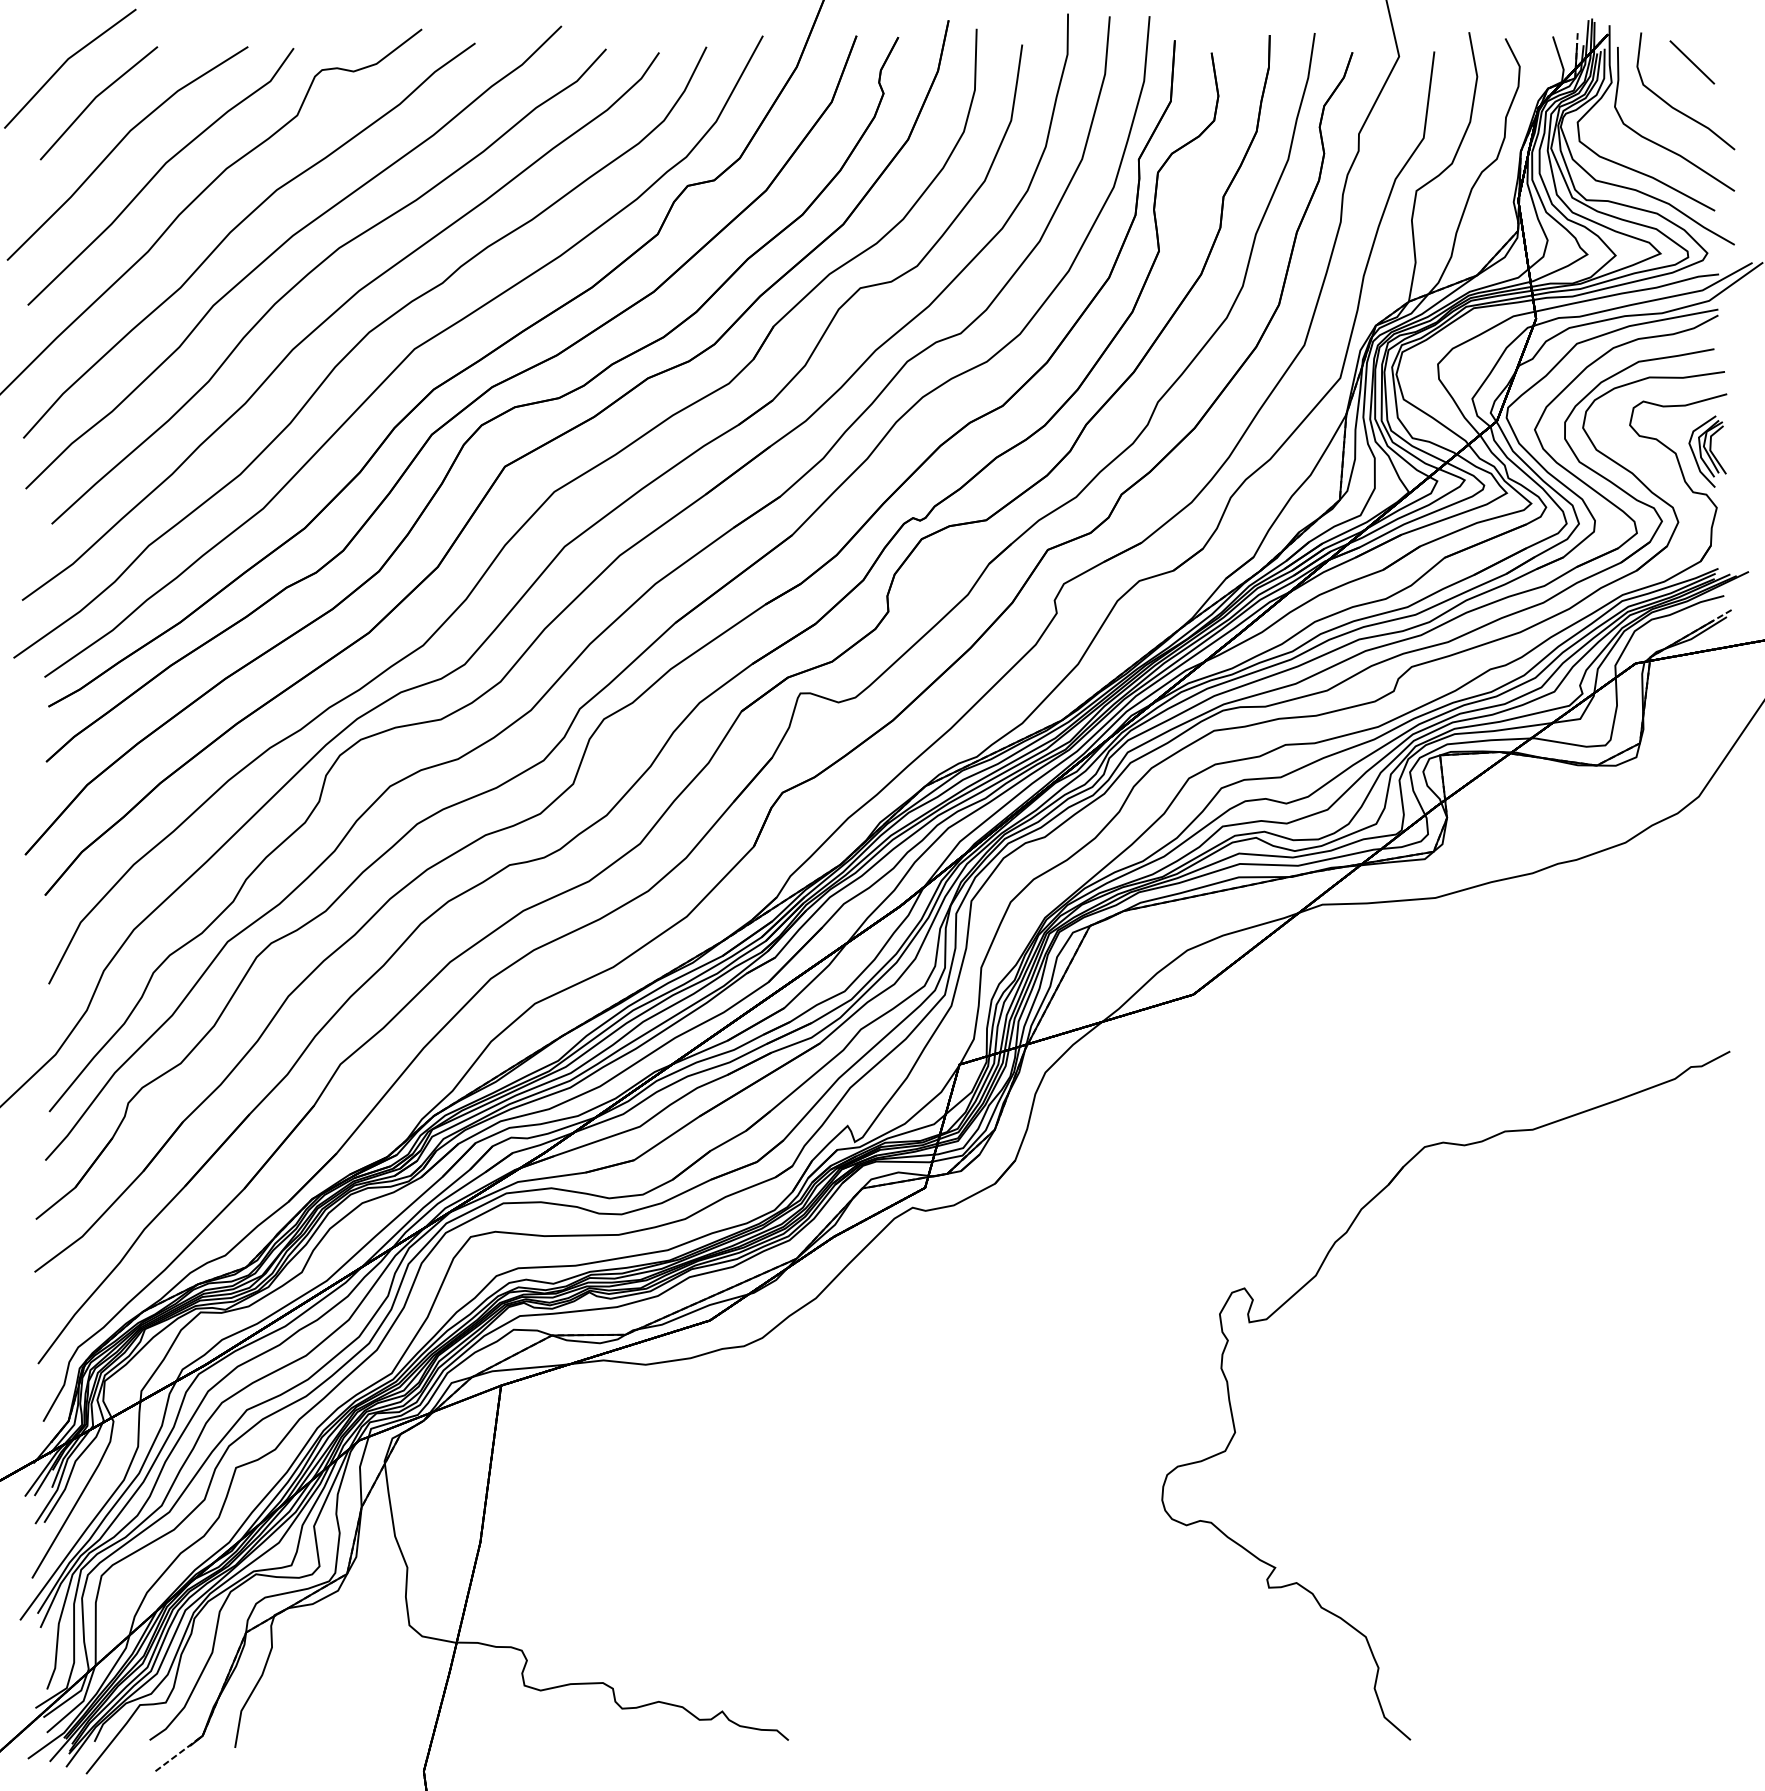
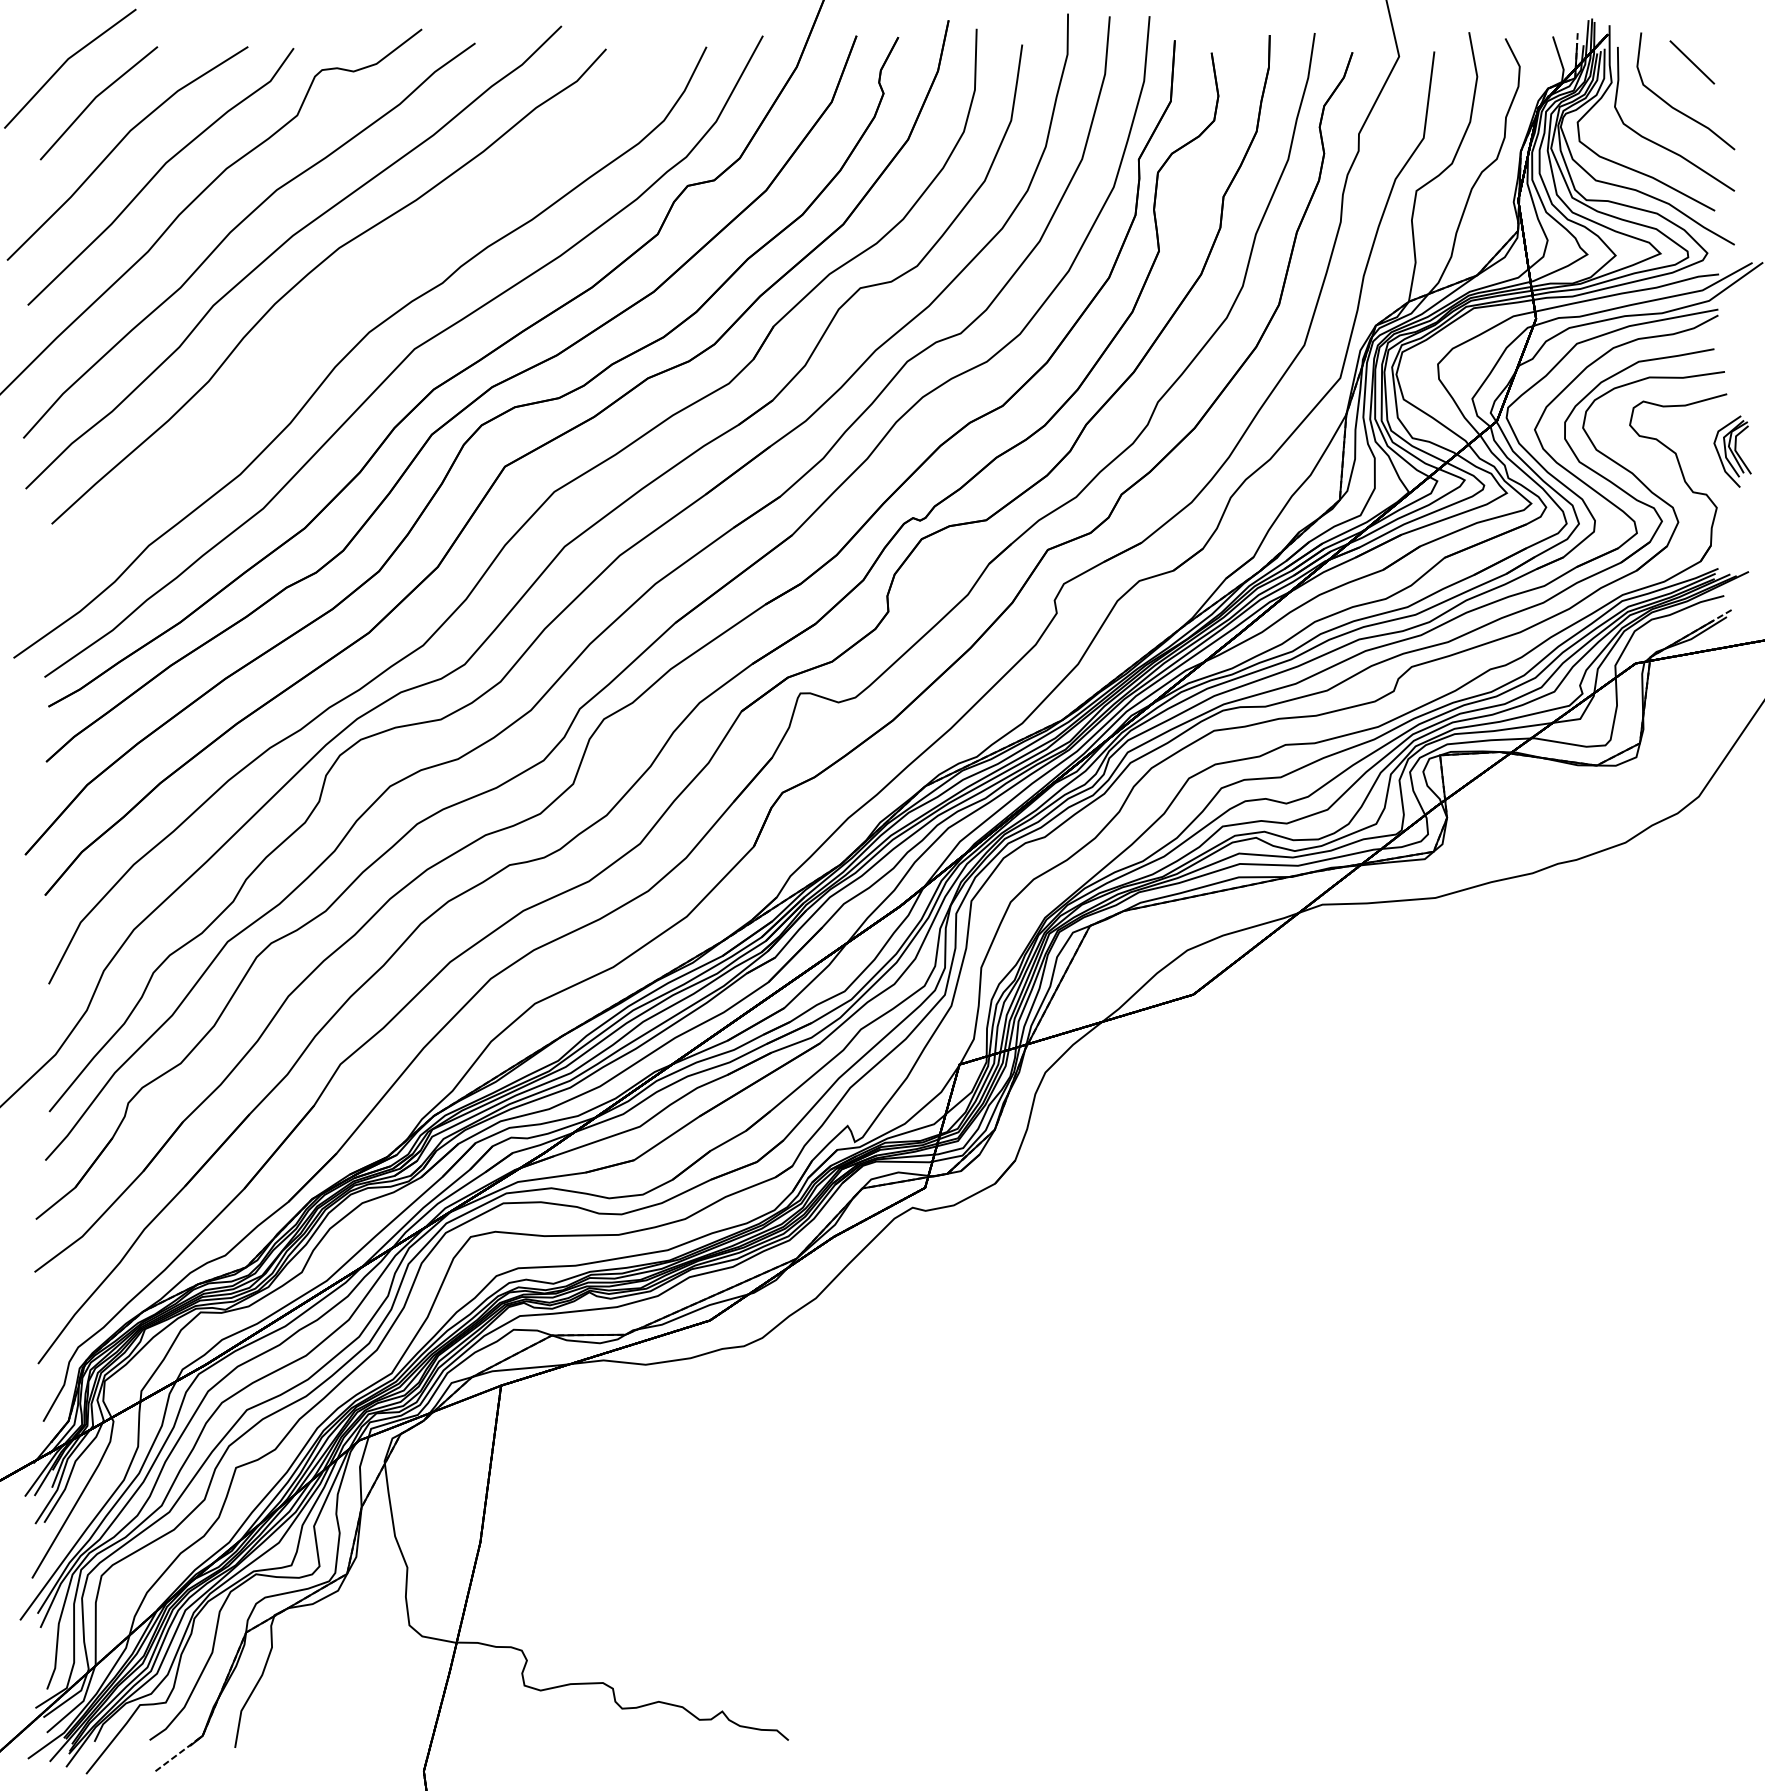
curve at (331, 316): present -> none
part at (1707, 451) position: (1707, 451) -> (1732, 451)
part at (1316, 1276): present -> none
